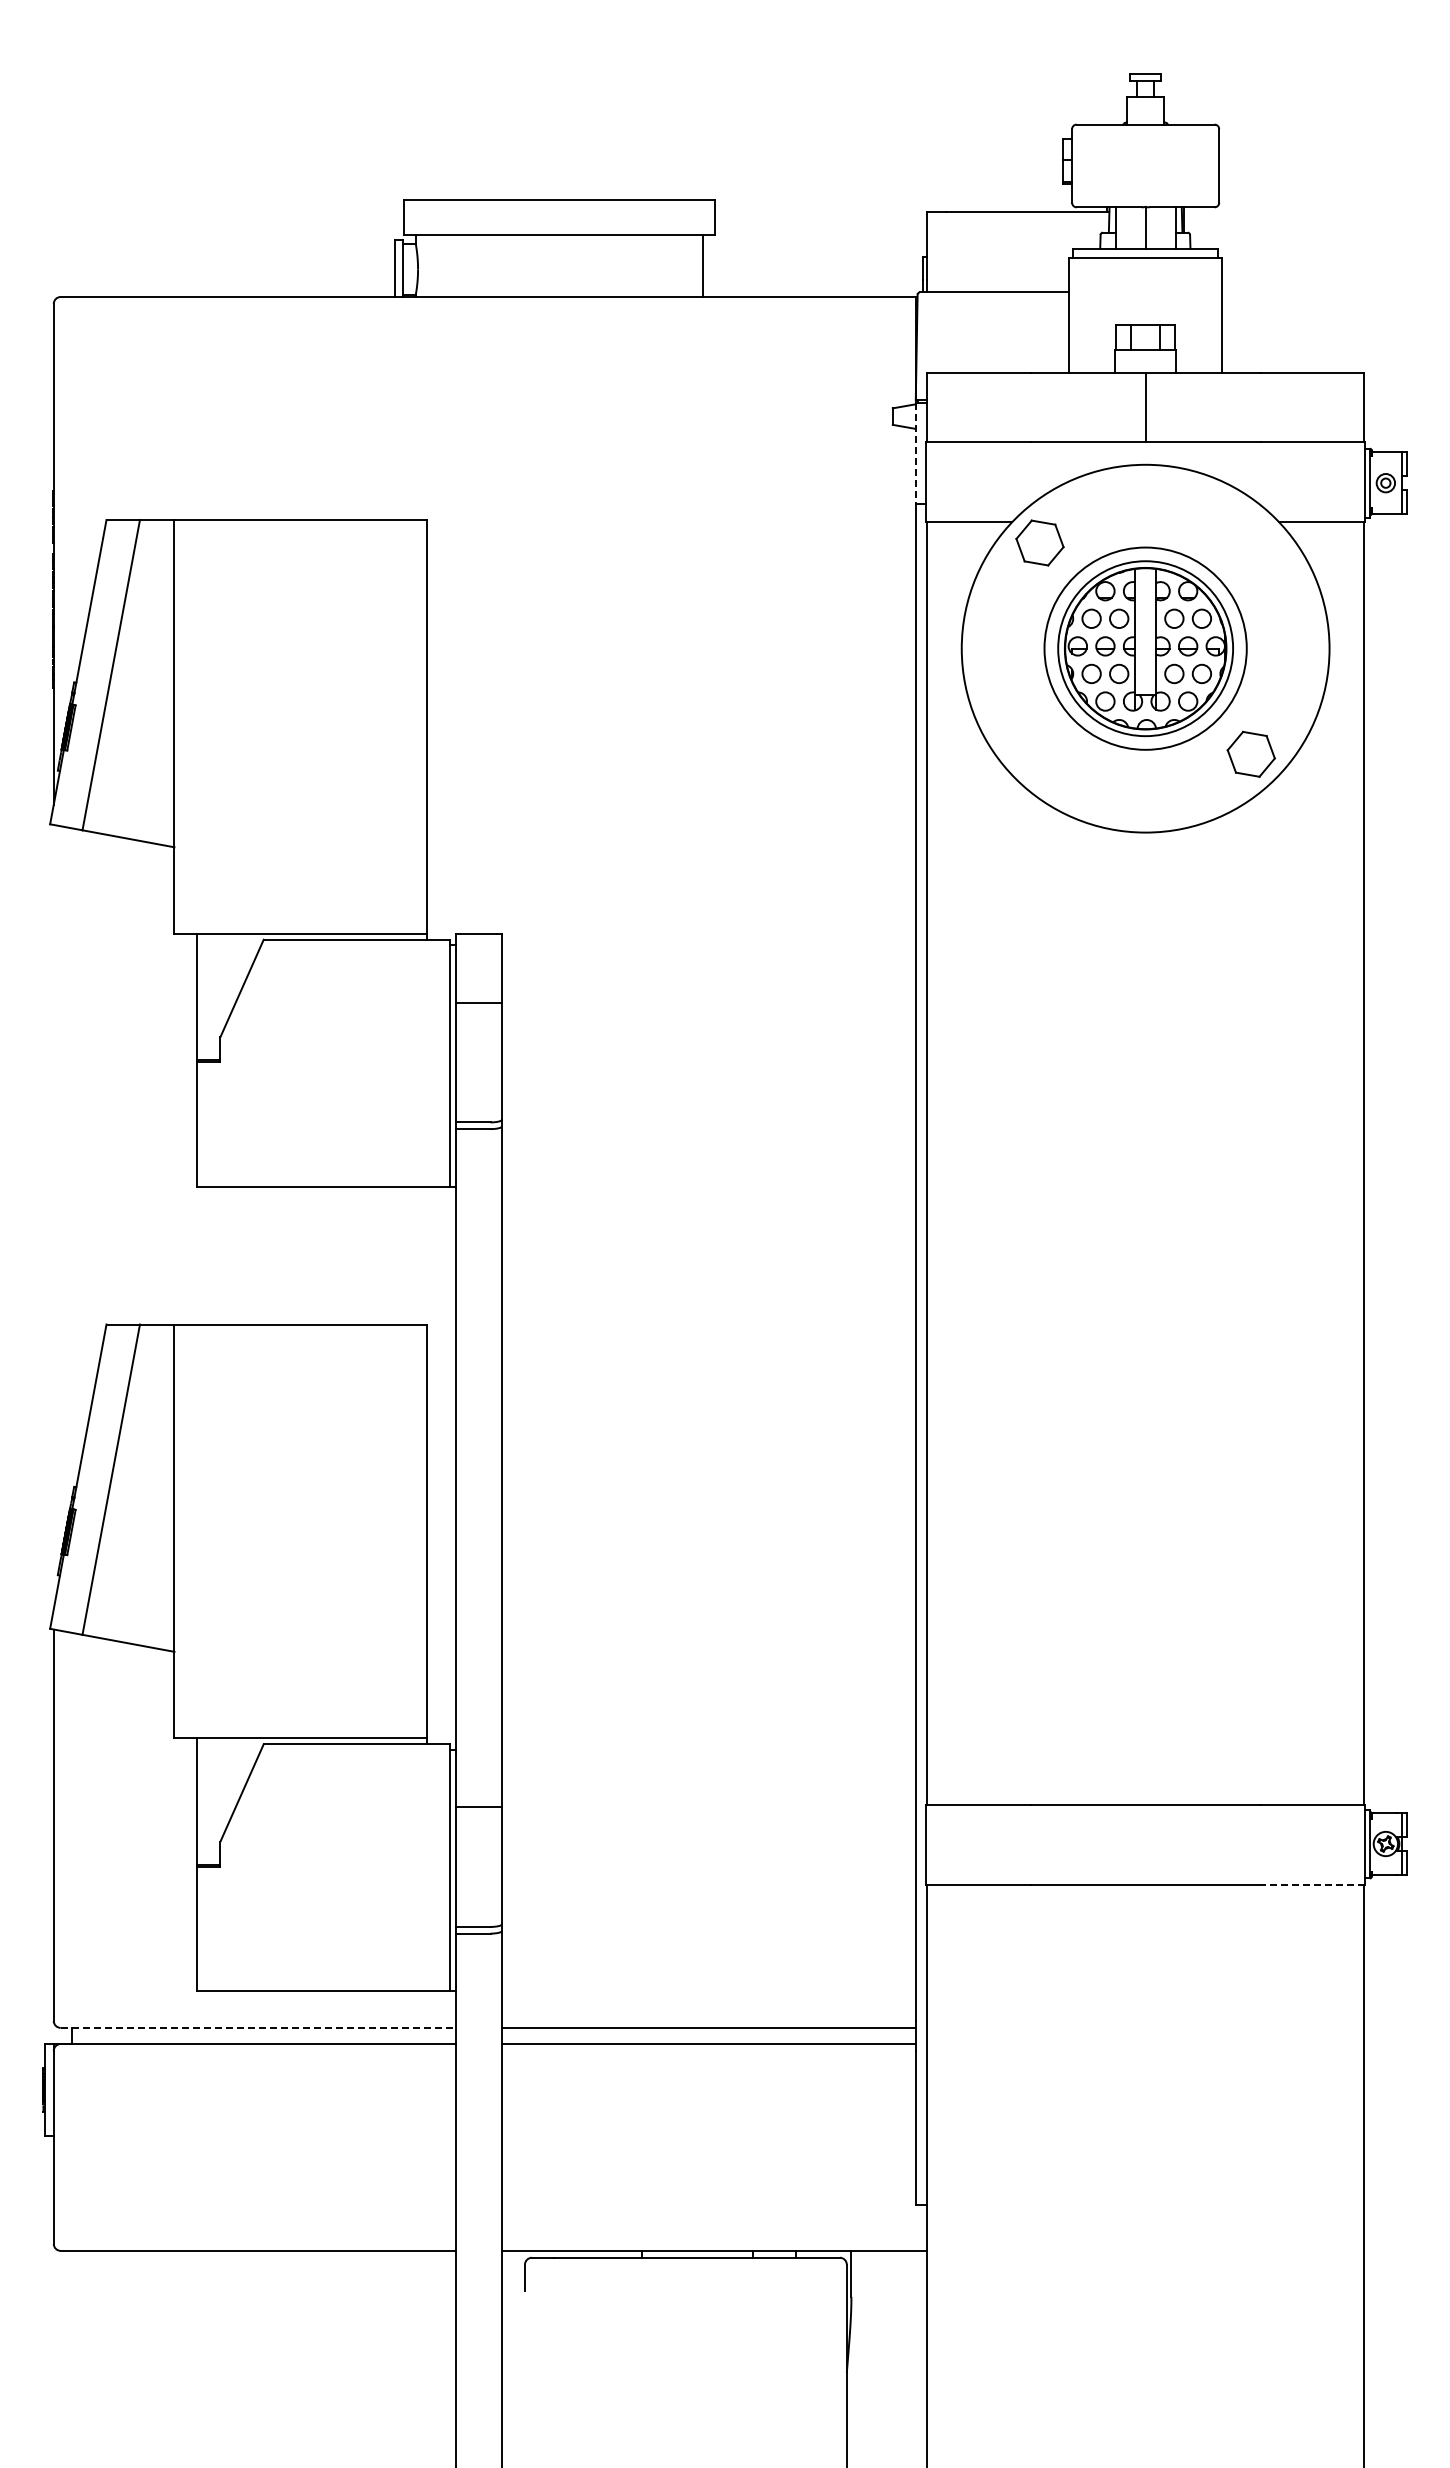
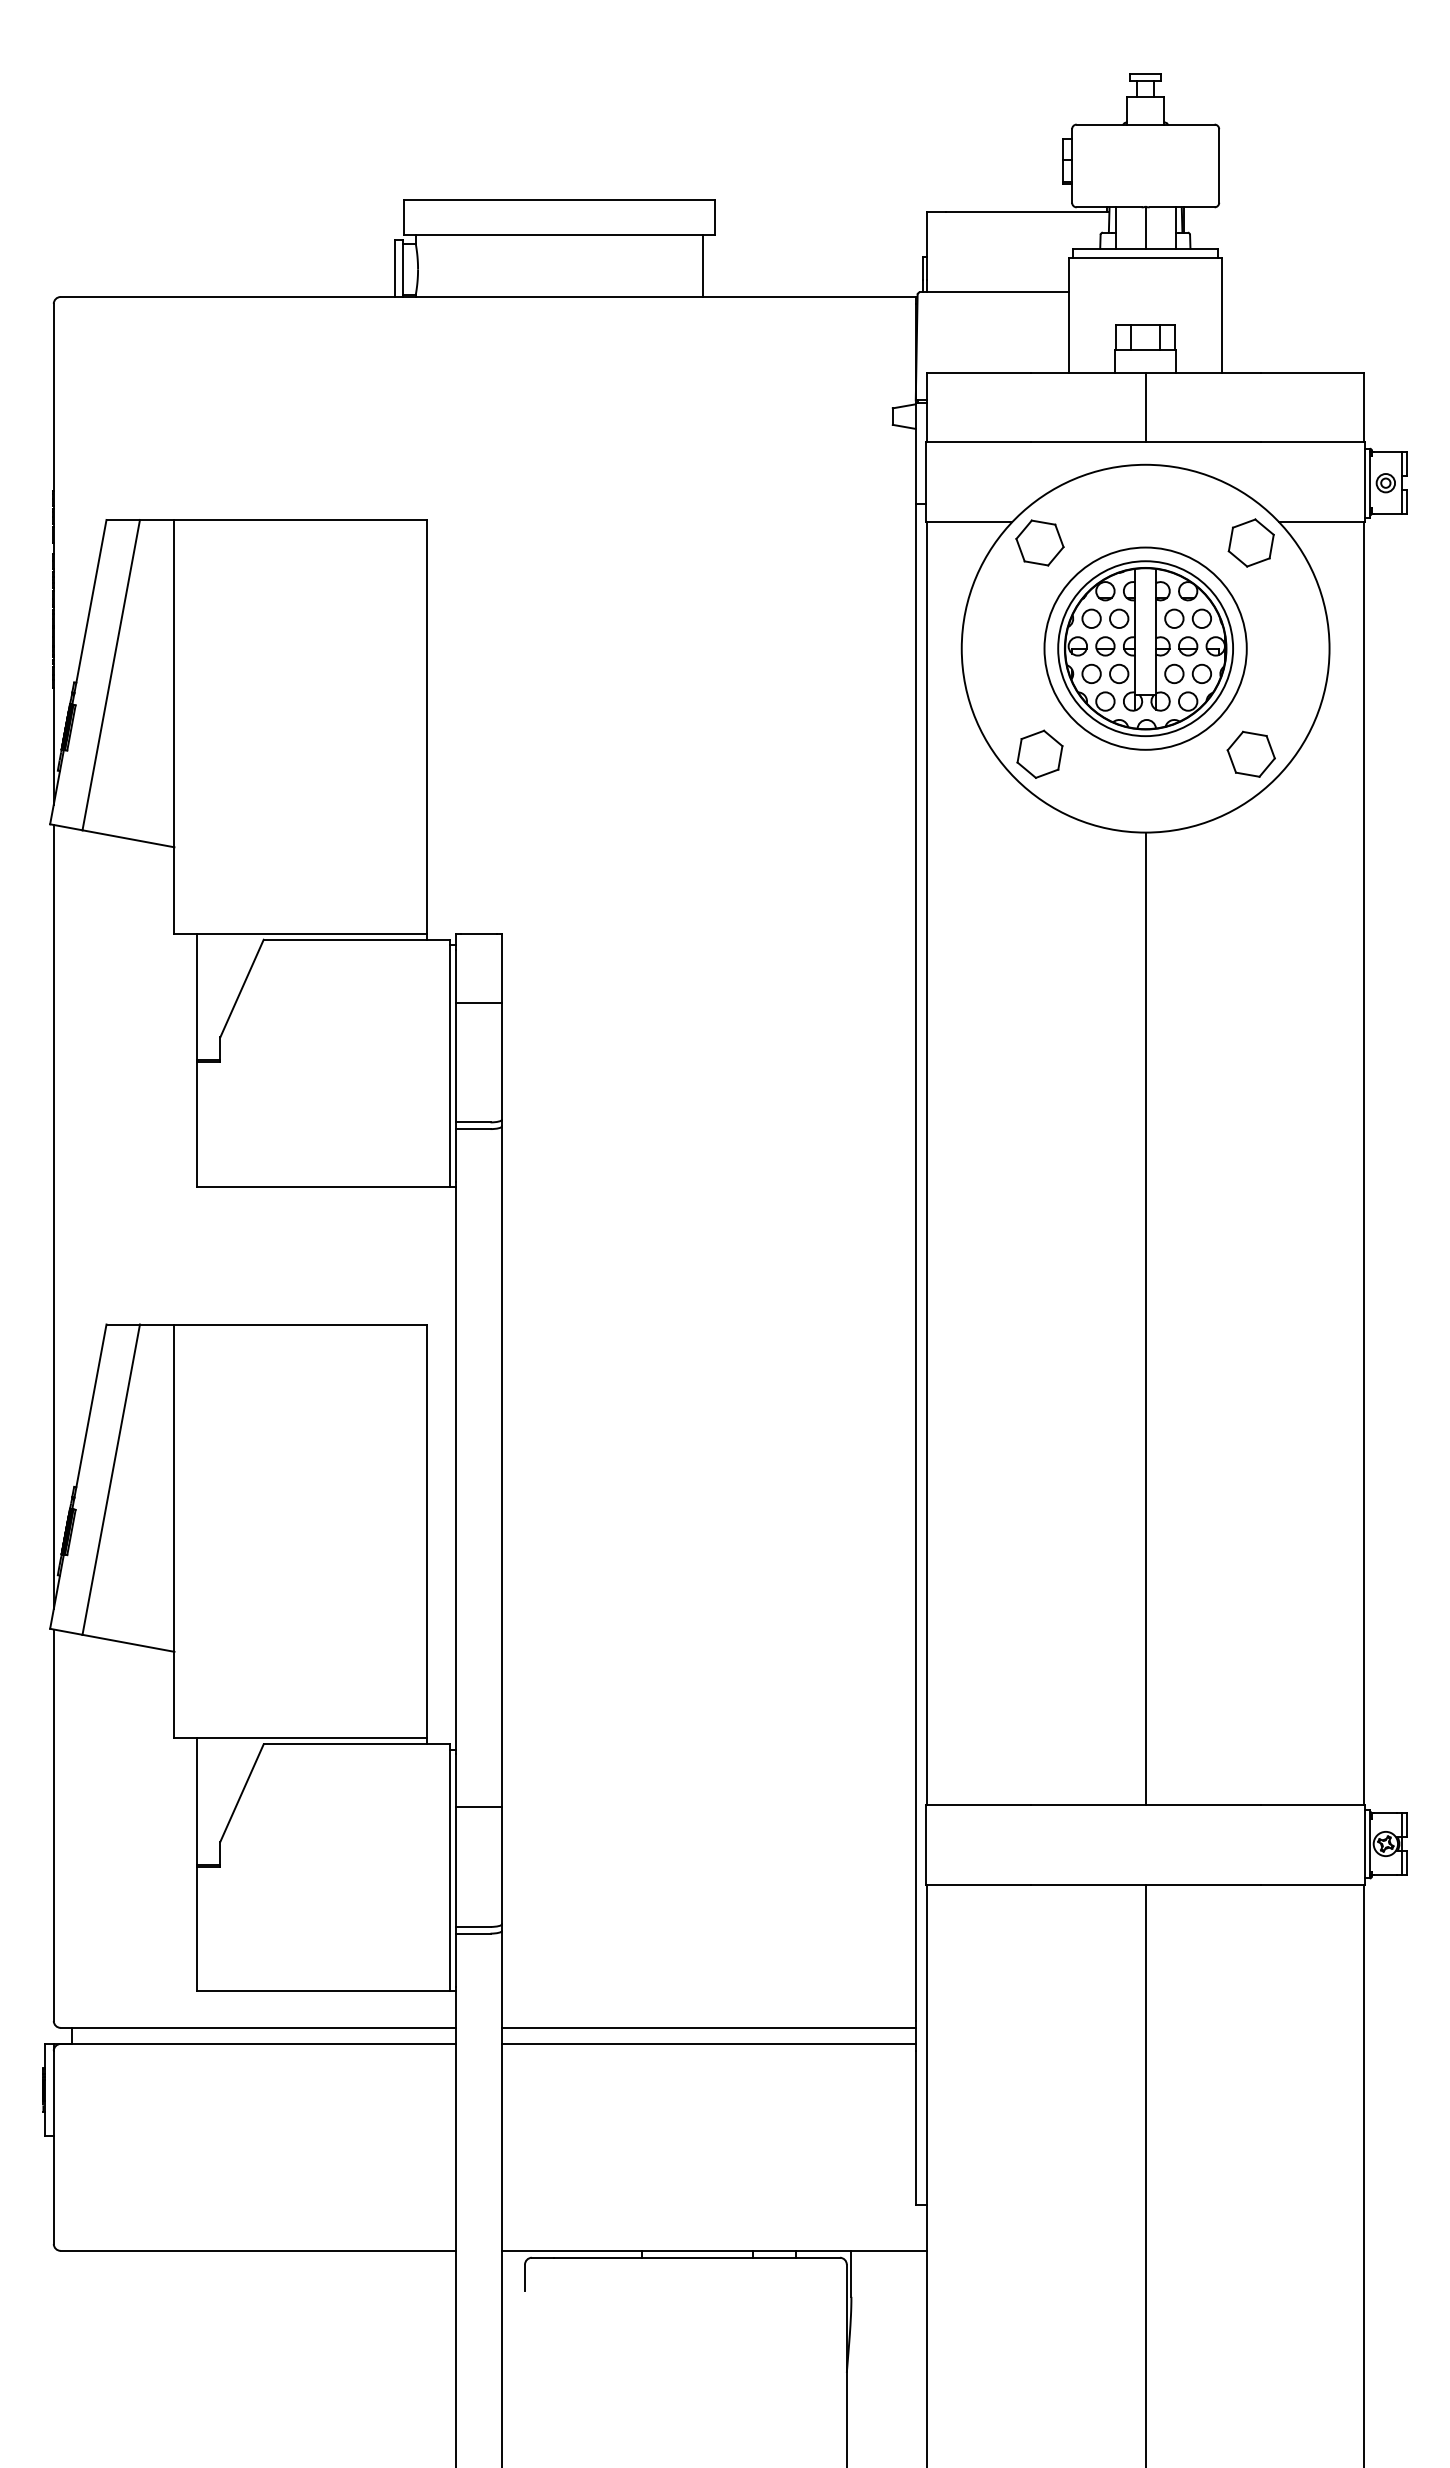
line at (915, 453): dashed -> solid
part at (1250, 542): none -> present
part at (1039, 753): none -> present
line at (53, 1216): none -> present
line at (1145, 1318): none -> present
line at (1312, 1885): dashed -> solid
line at (258, 2027): dashed -> solid
line at (1145, 2174): none -> present
